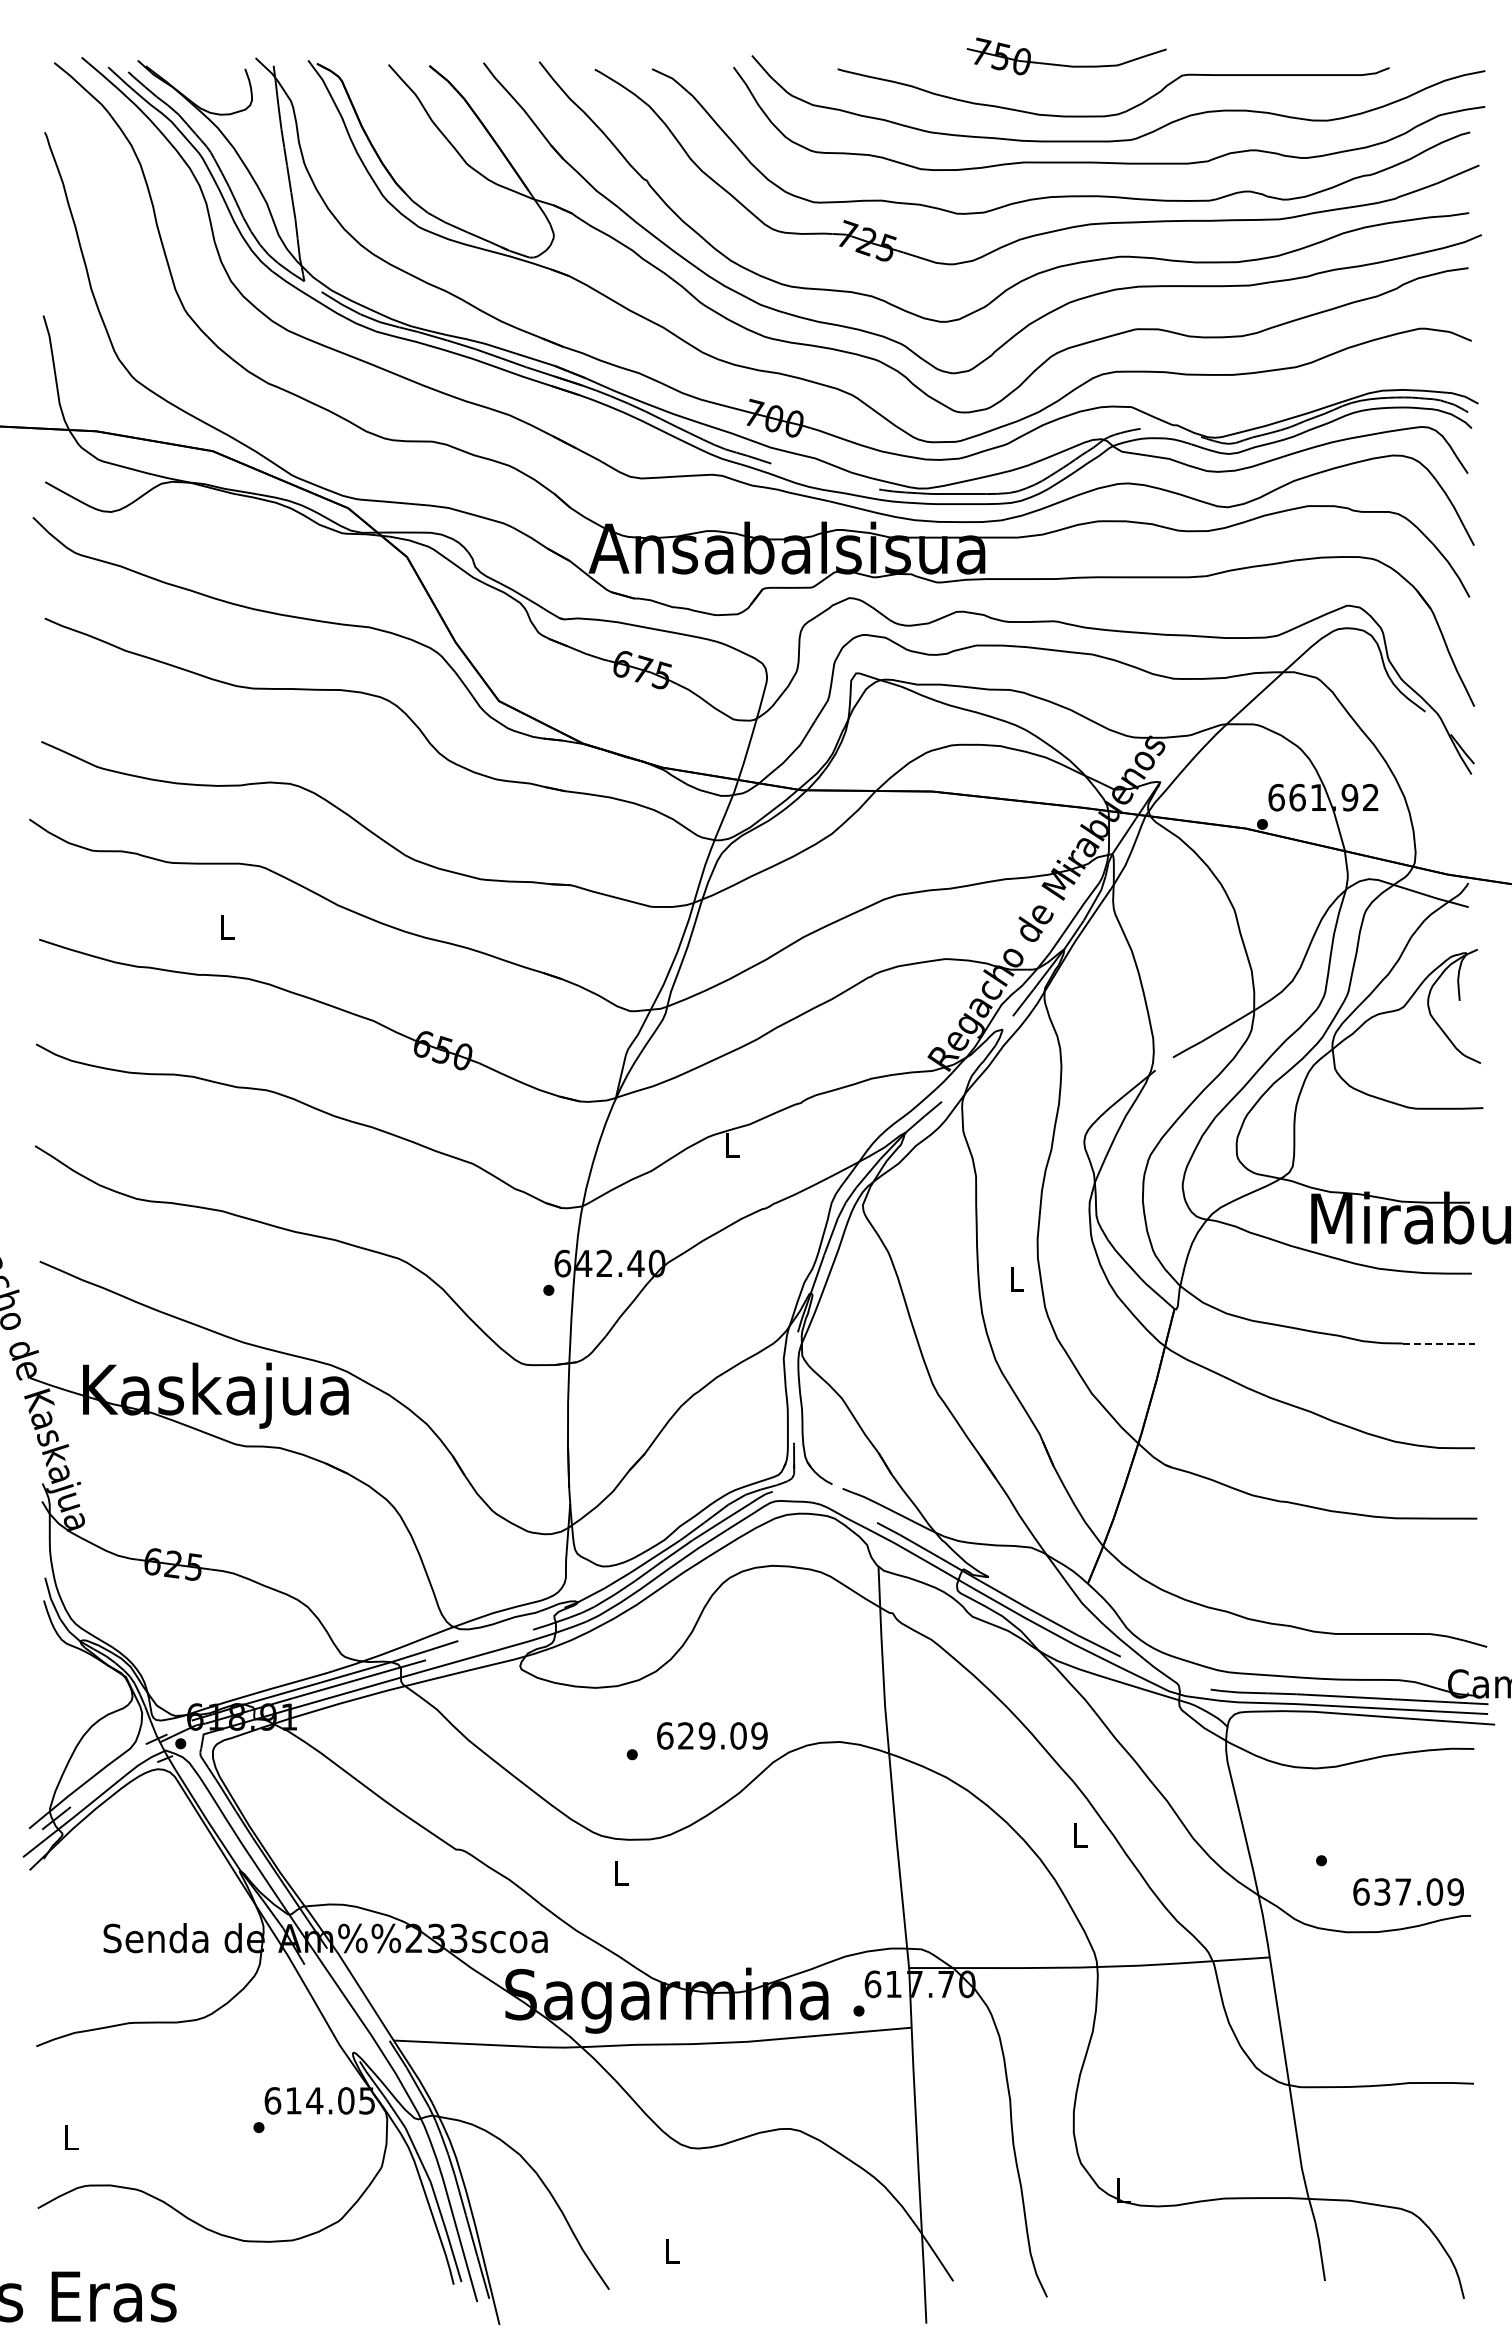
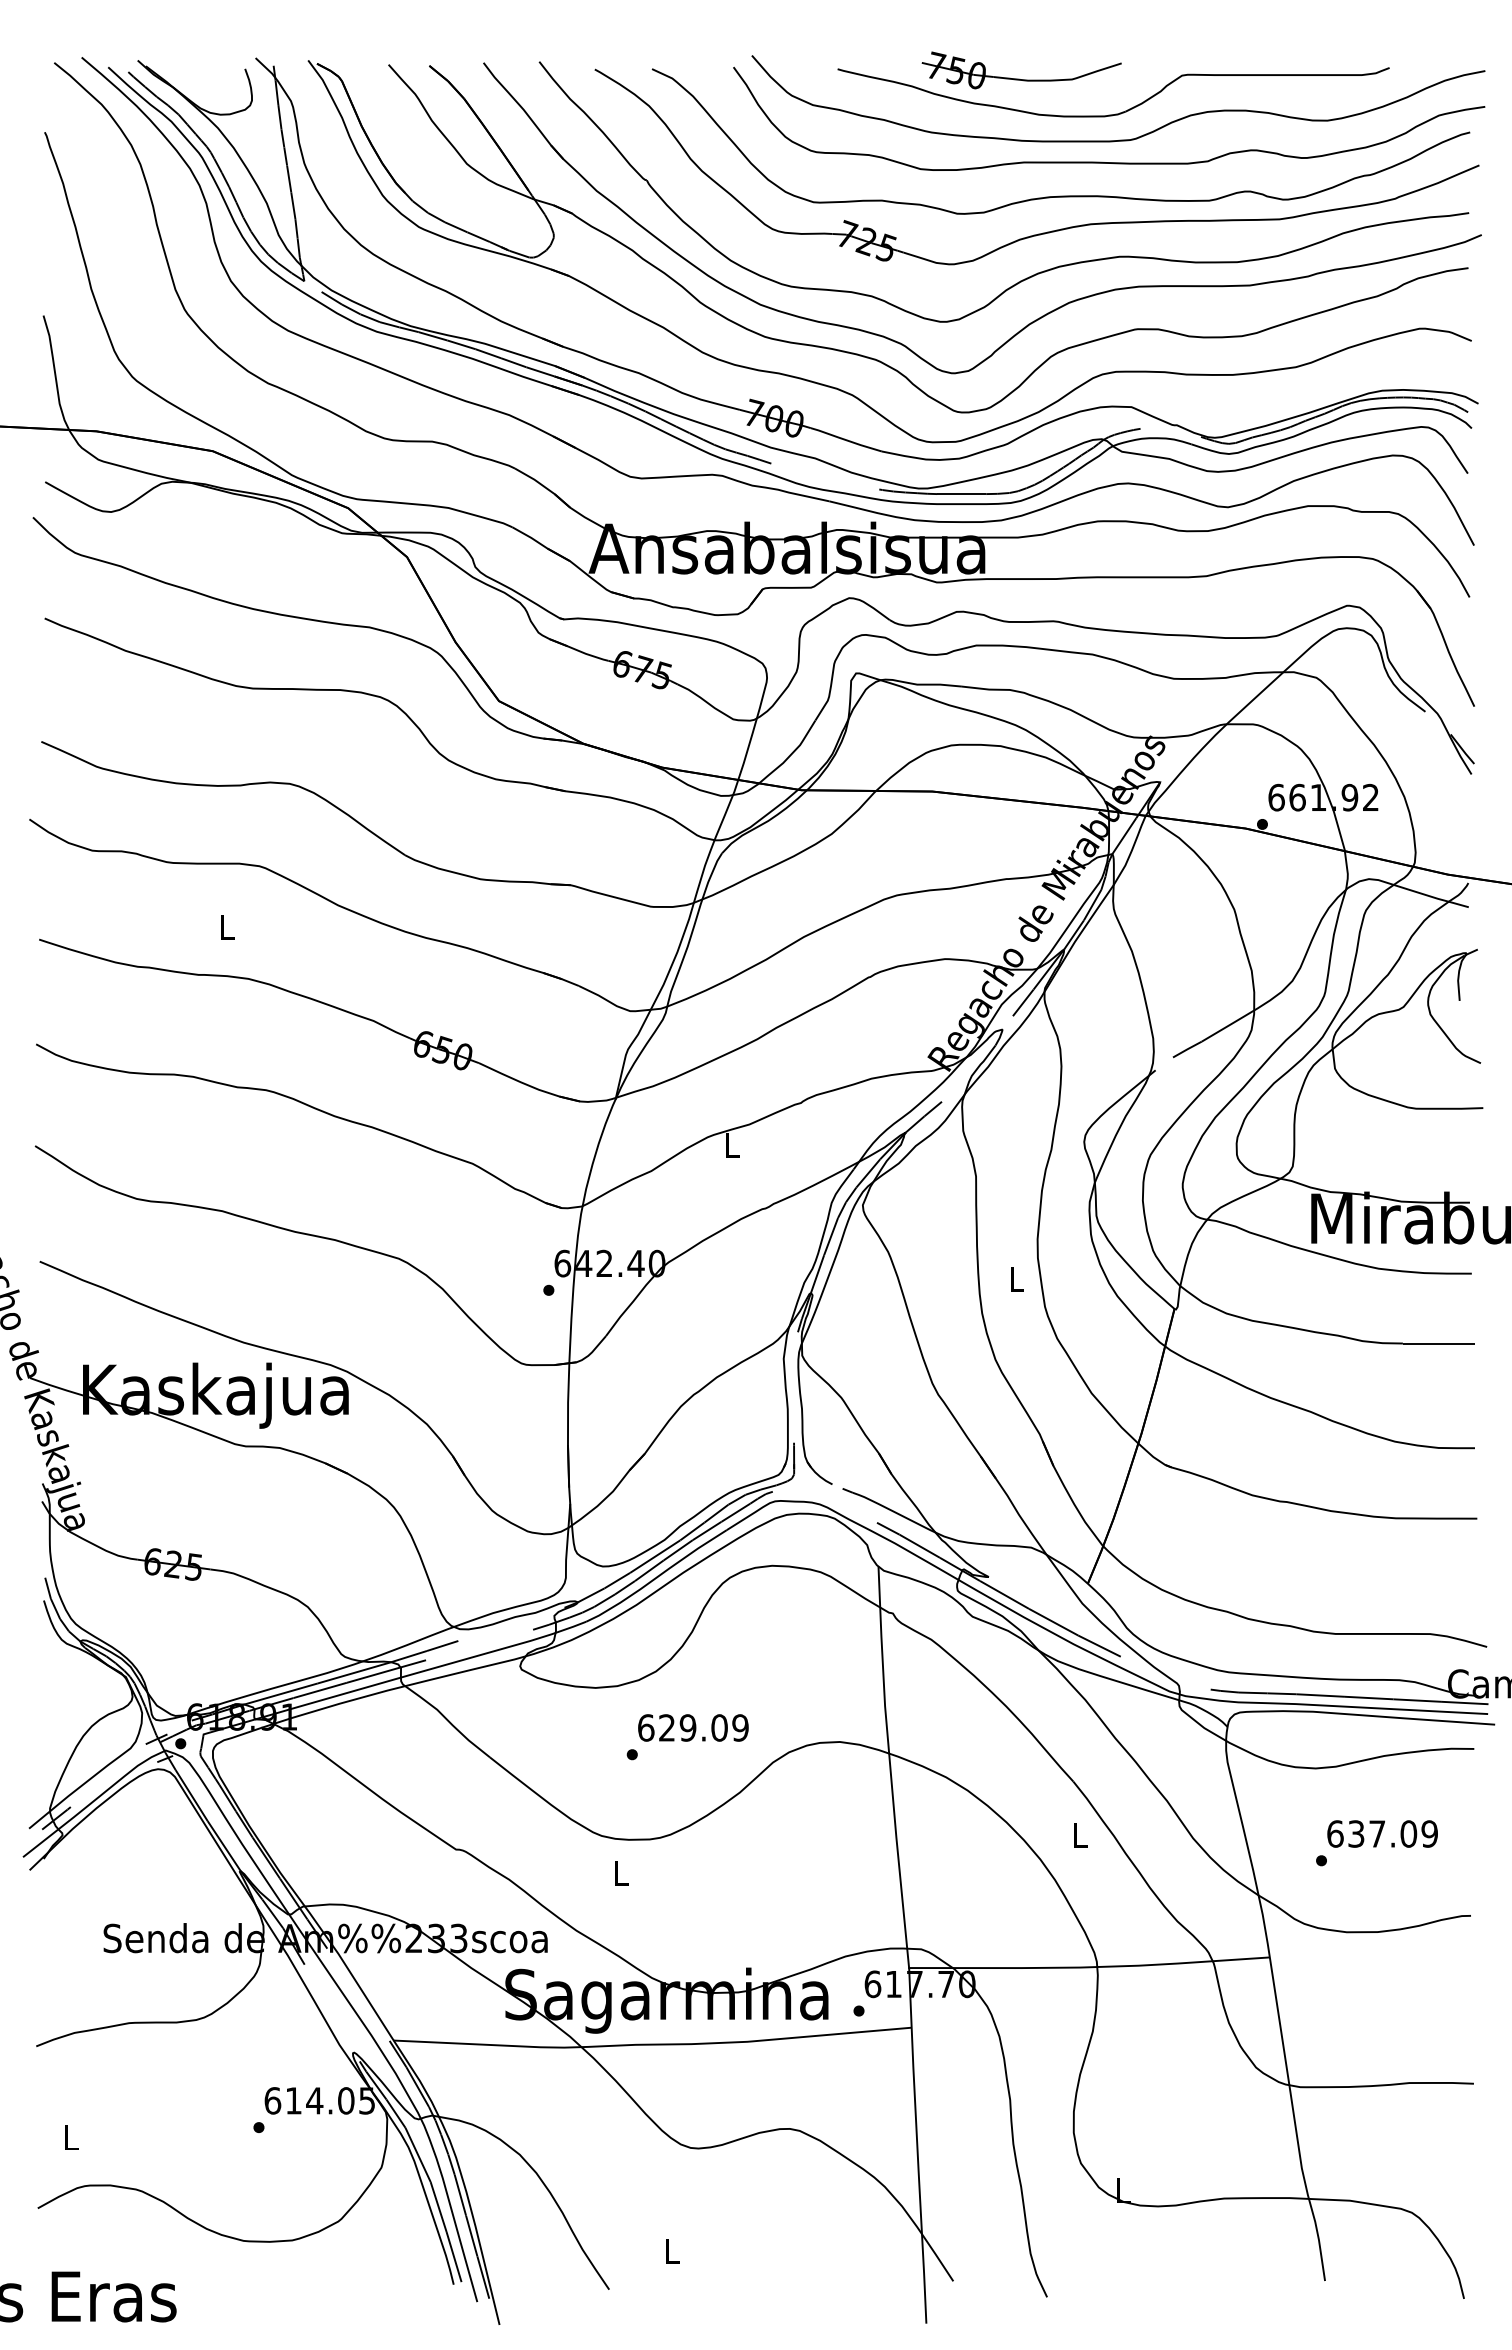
part at (1064, 64) position: (1064, 64) -> (1019, 78)
line at (1438, 1343): dashed -> solid
text at (712, 1735) position: (712, 1735) -> (693, 1727)
text at (1408, 1891) position: (1408, 1891) -> (1382, 1833)
